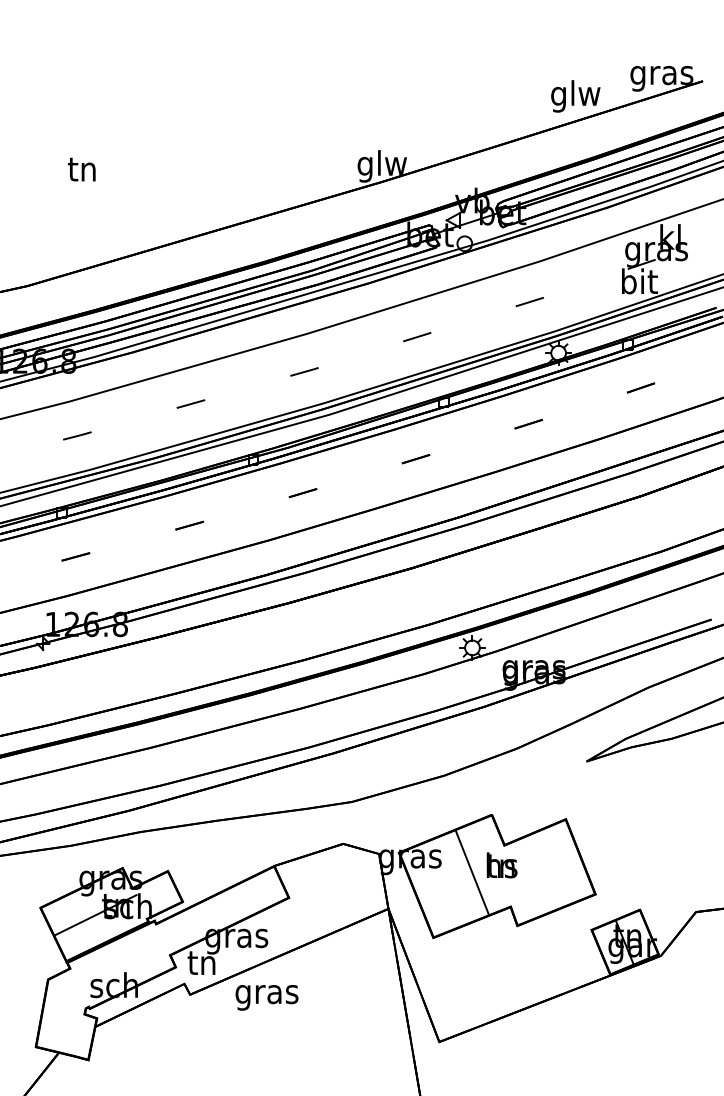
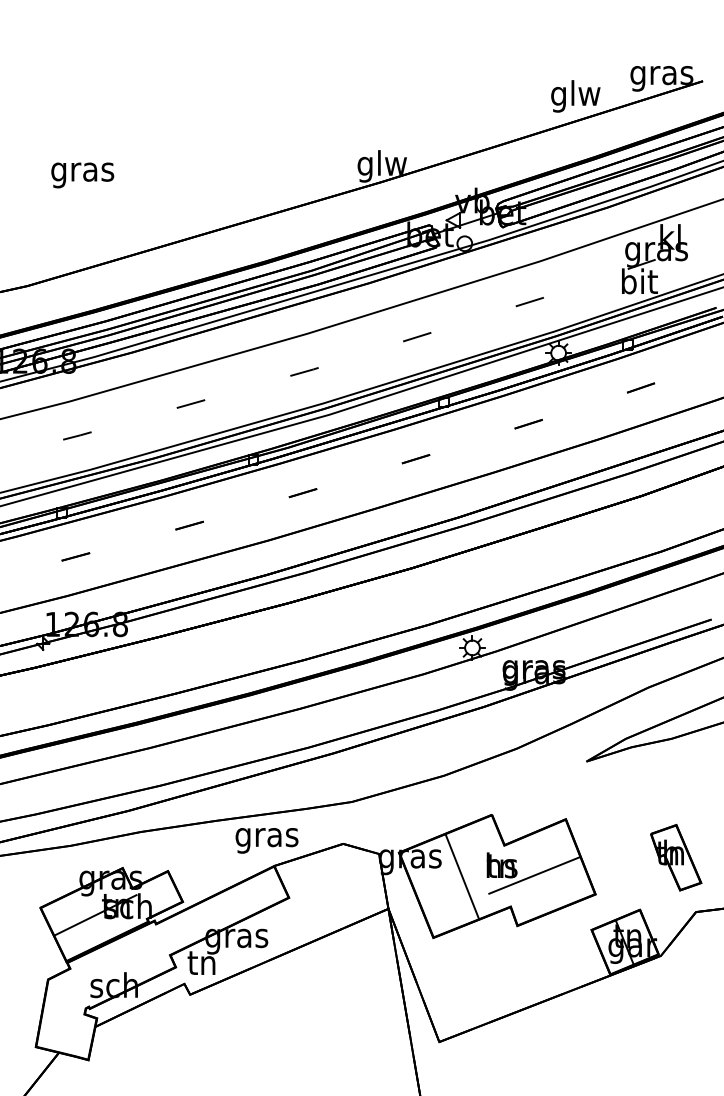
text at (82, 172): tn -> gras
part at (676, 857): none -> present
line at (471, 872) position: (471, 872) -> (461, 876)
line at (534, 875): none -> present
text at (266, 997) position: (266, 997) -> (266, 840)
